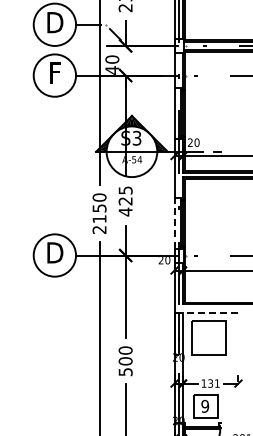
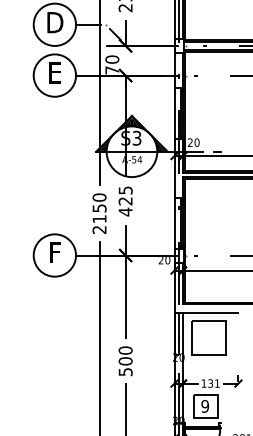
text at (112, 70): 40 -> 70
text at (54, 72): F -> E
line at (174, 222): dashed -> solid
text at (55, 252): D -> F
line at (206, 312): dashed -> solid
